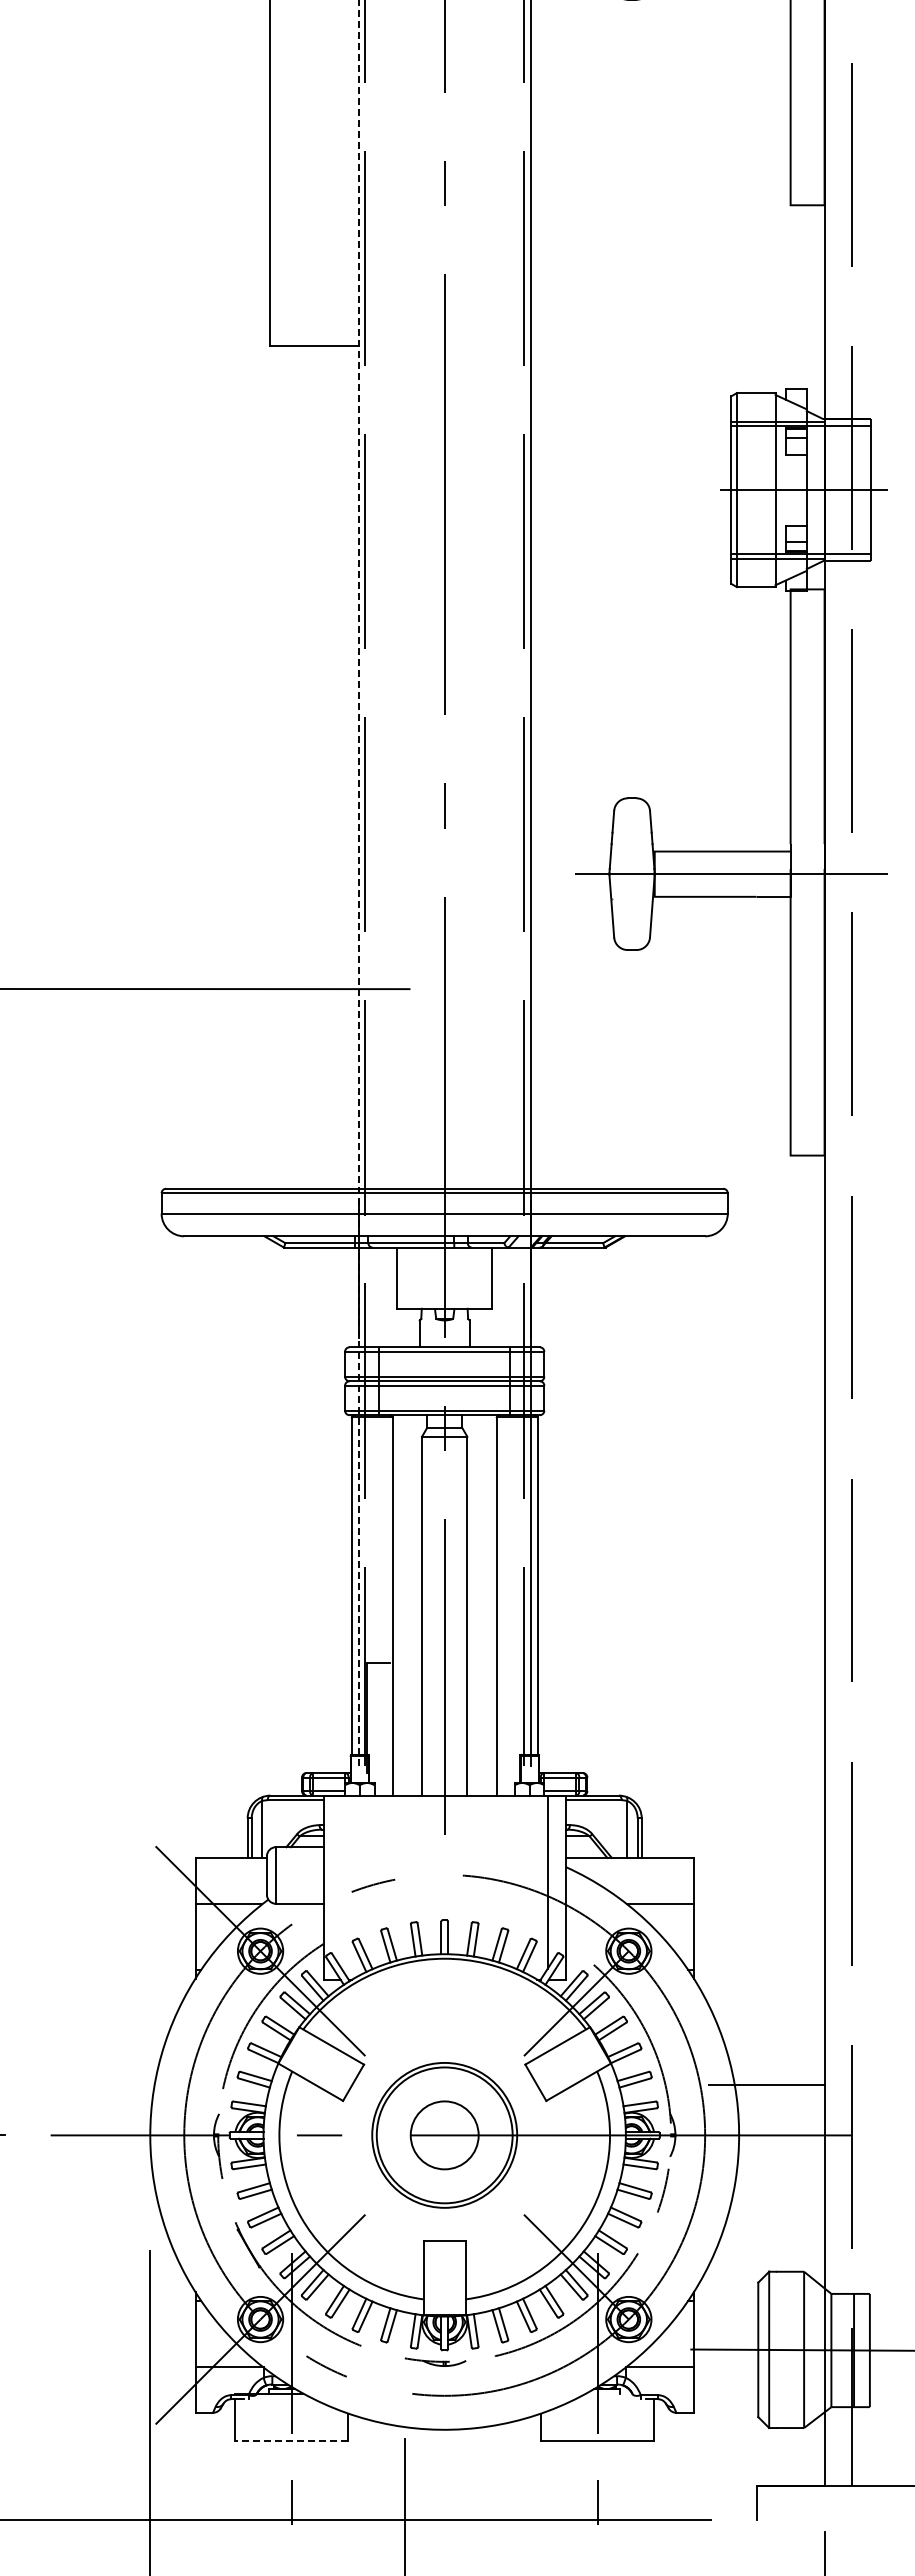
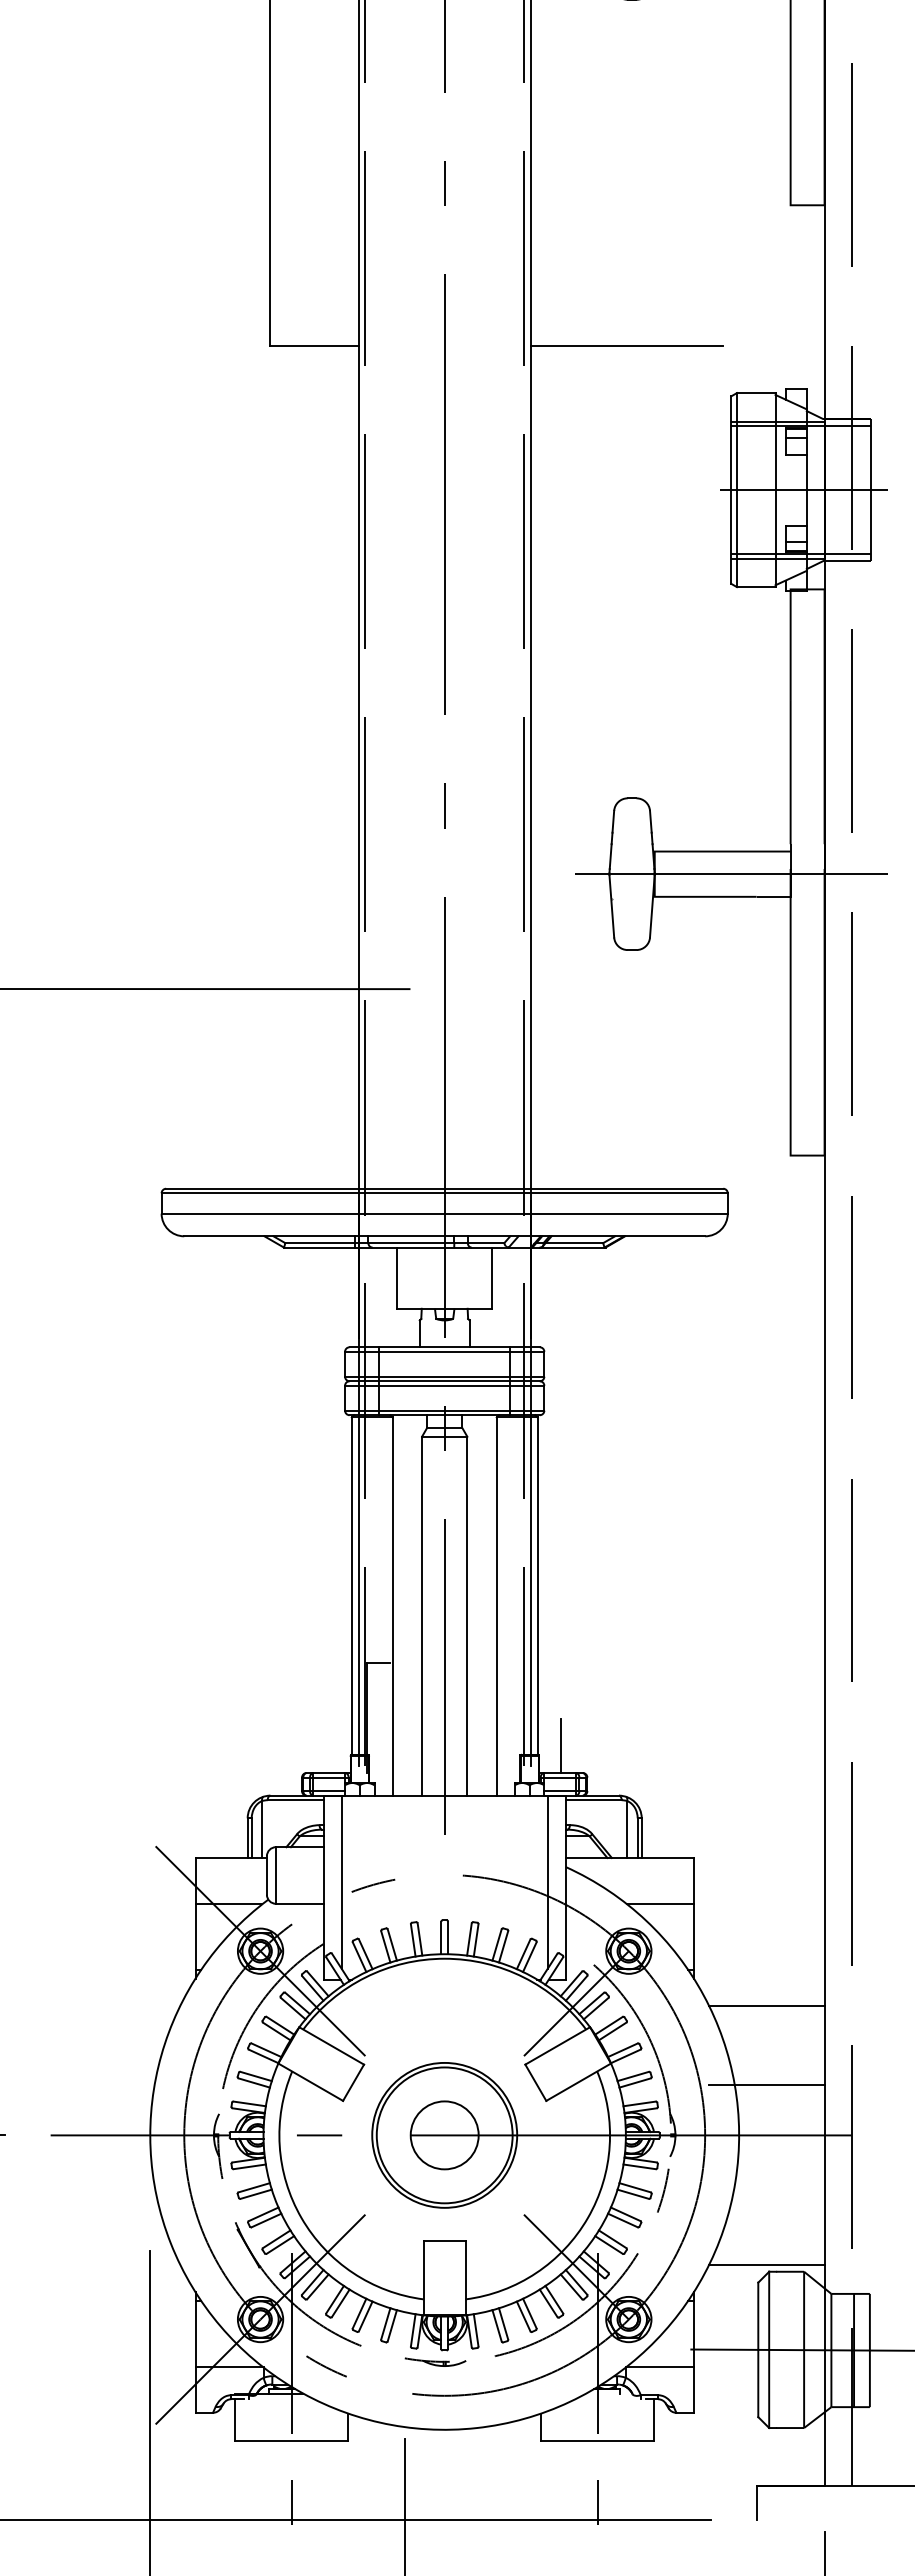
line at (626, 346): none -> present
line at (358, 883): dashed -> solid
line at (561, 1746): none -> present
line at (341, 1882): none -> present
line at (766, 2005): none -> present
line at (766, 2264): none -> present
line at (291, 2441): dashed -> solid
